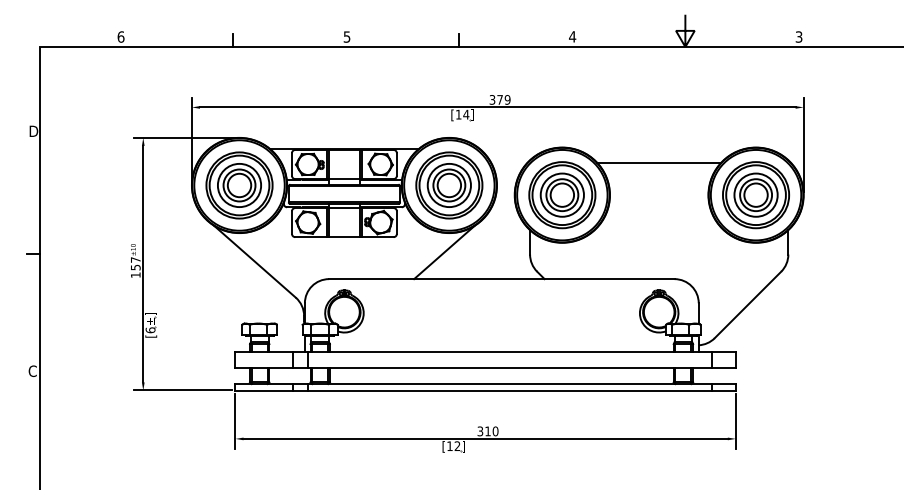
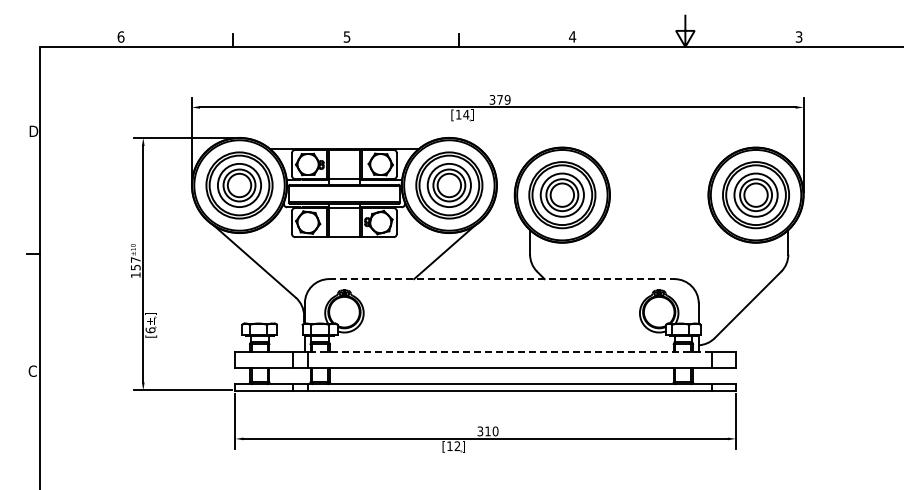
line at (659, 162): present -> none
line at (501, 279): solid -> dashed
line at (509, 351): solid -> dashed
